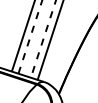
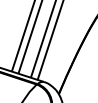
line at (30, 36): dashed -> solid
line at (43, 39): dashed -> solid
